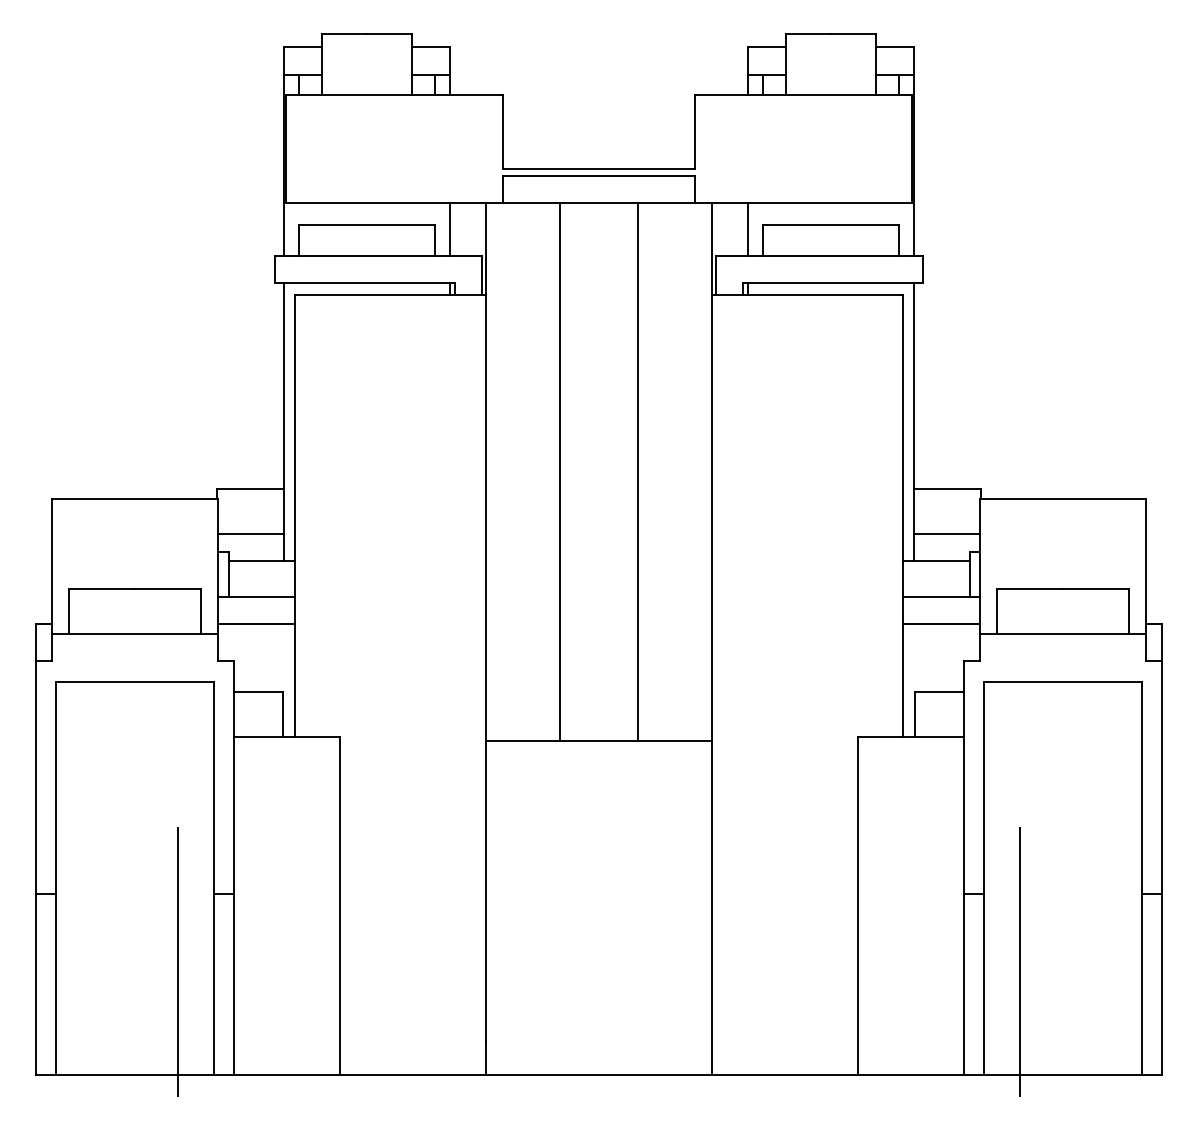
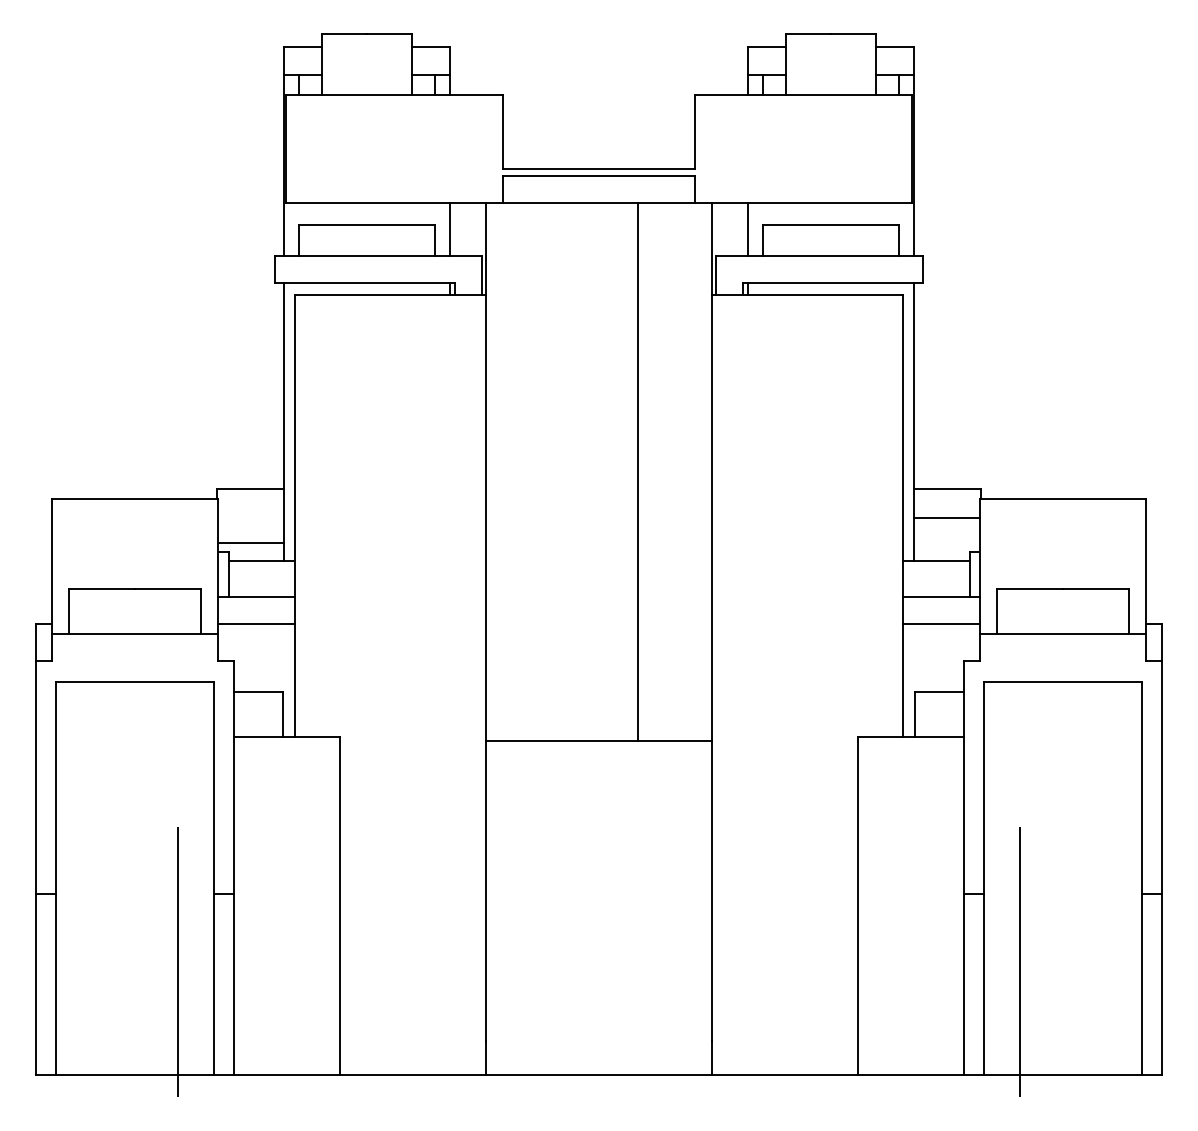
line at (559, 471): present -> none
line at (250, 533) position: (250, 533) -> (250, 542)
line at (946, 533) position: (946, 533) -> (946, 517)
